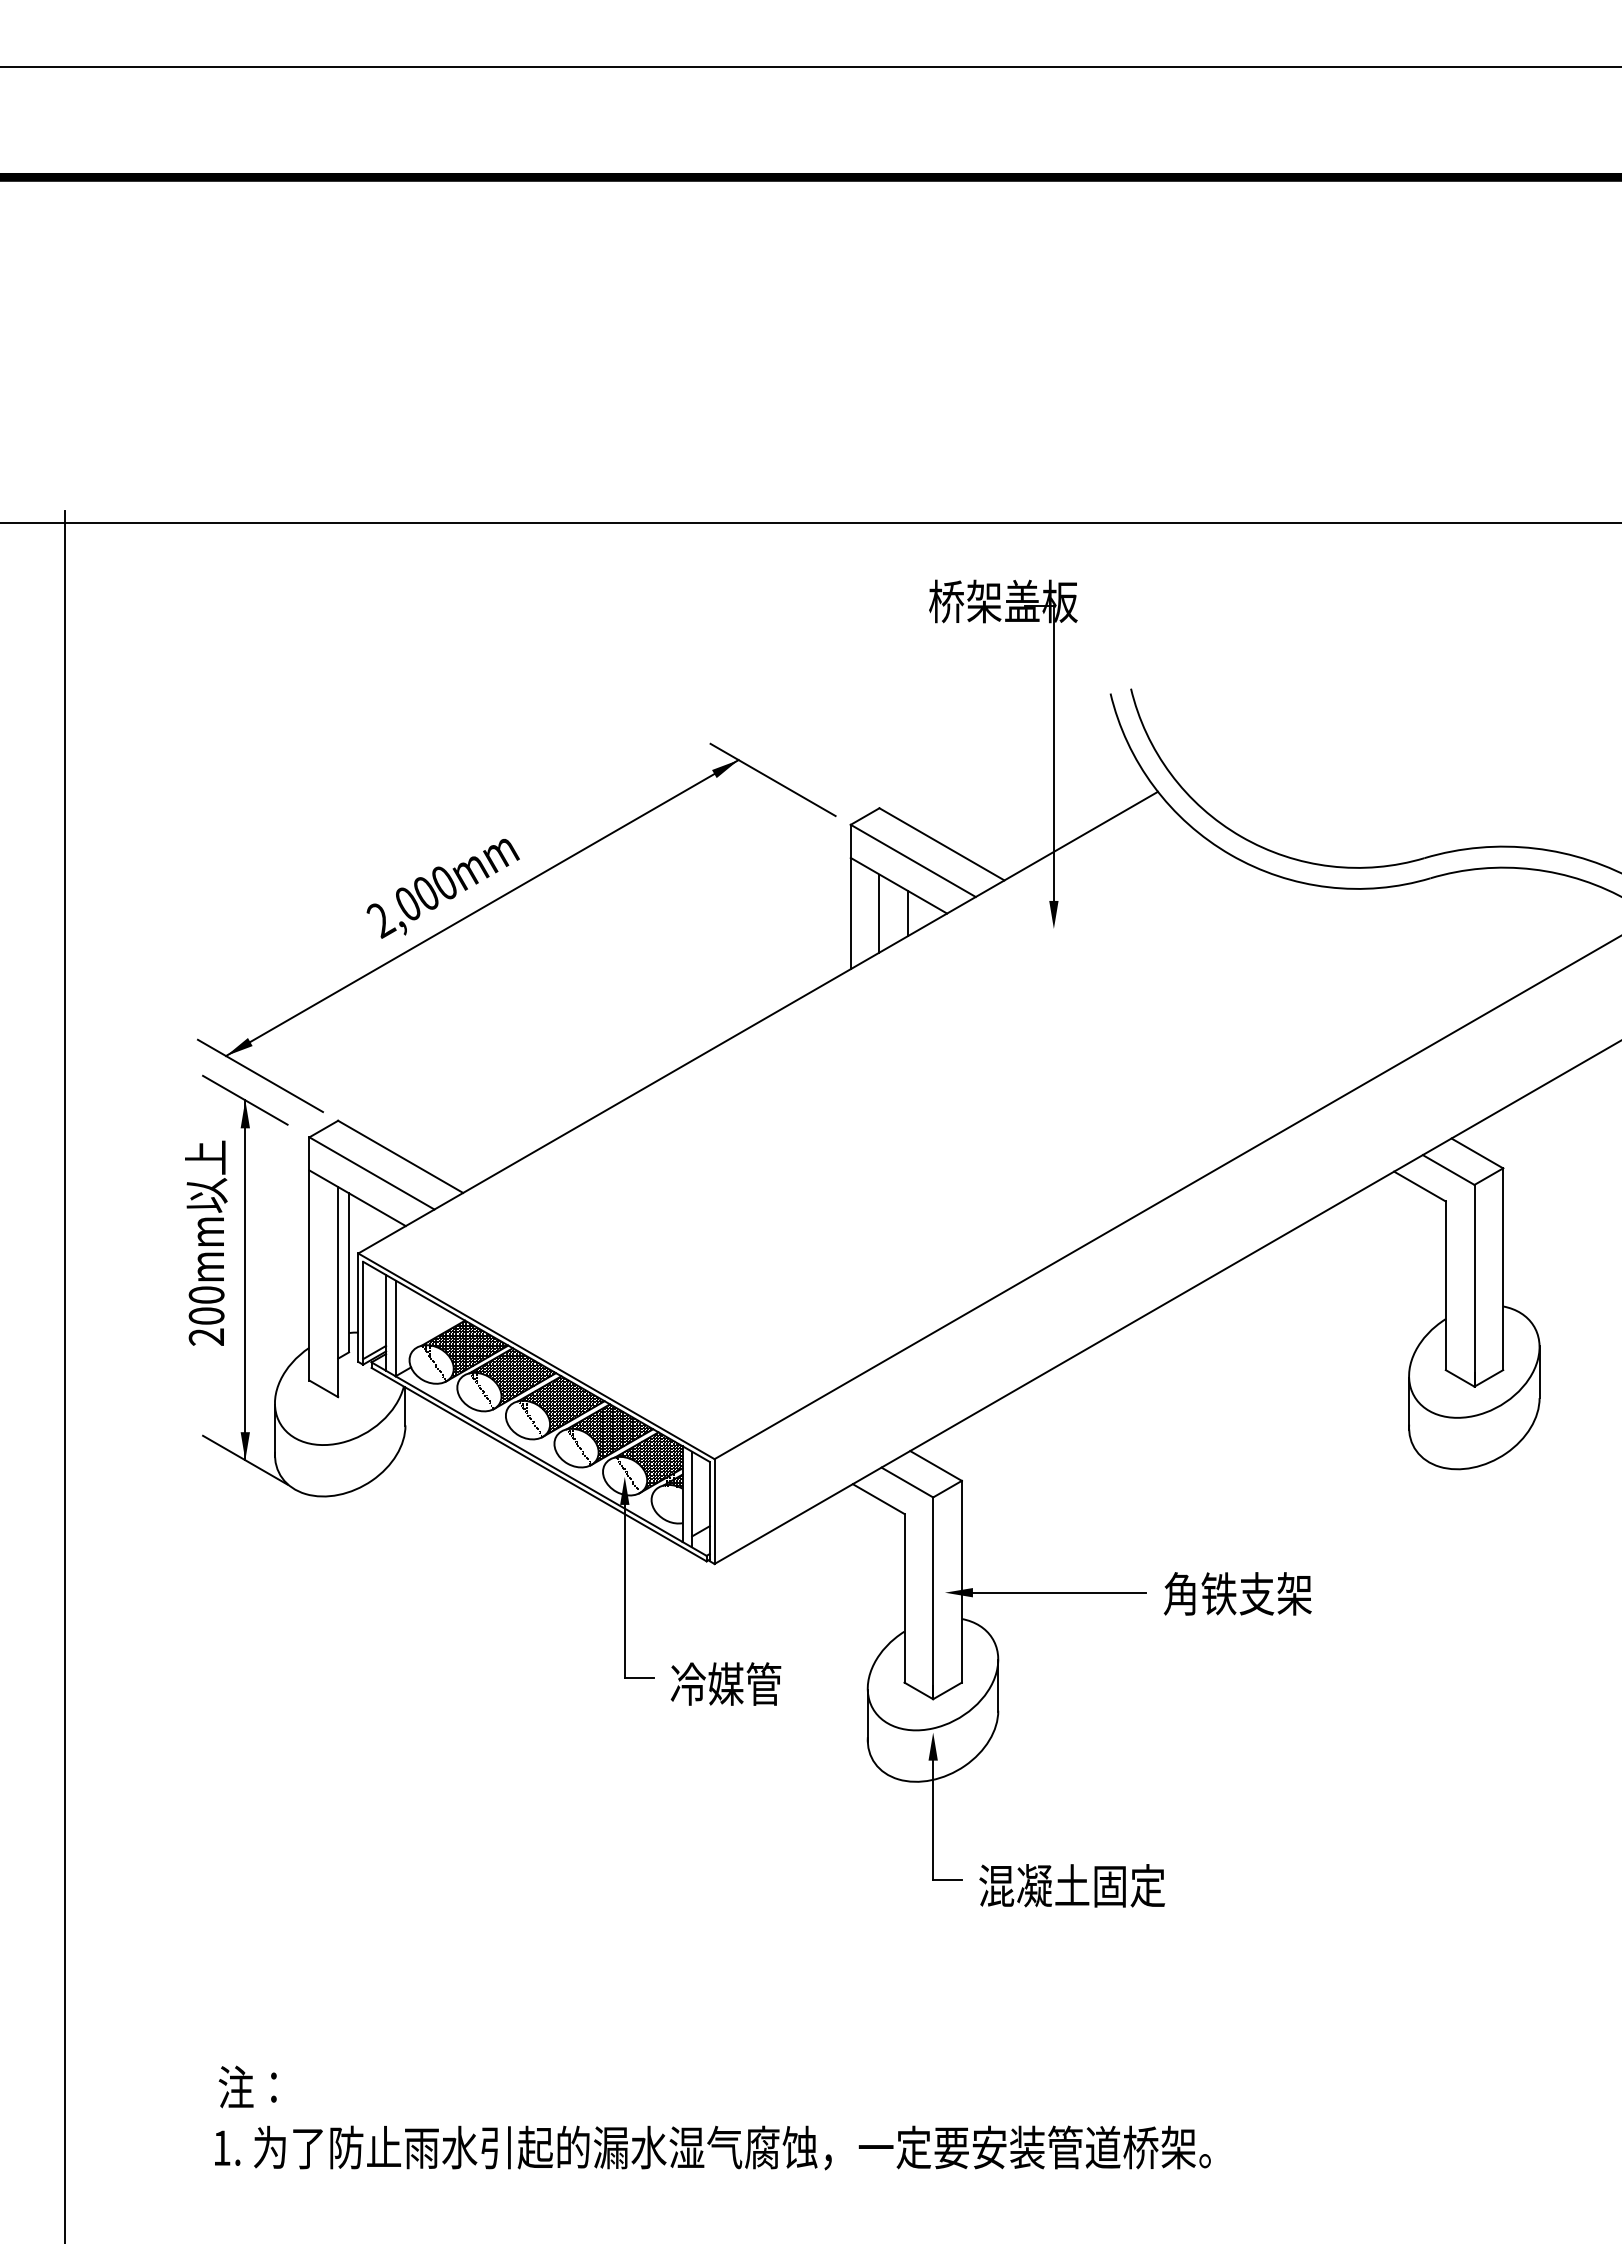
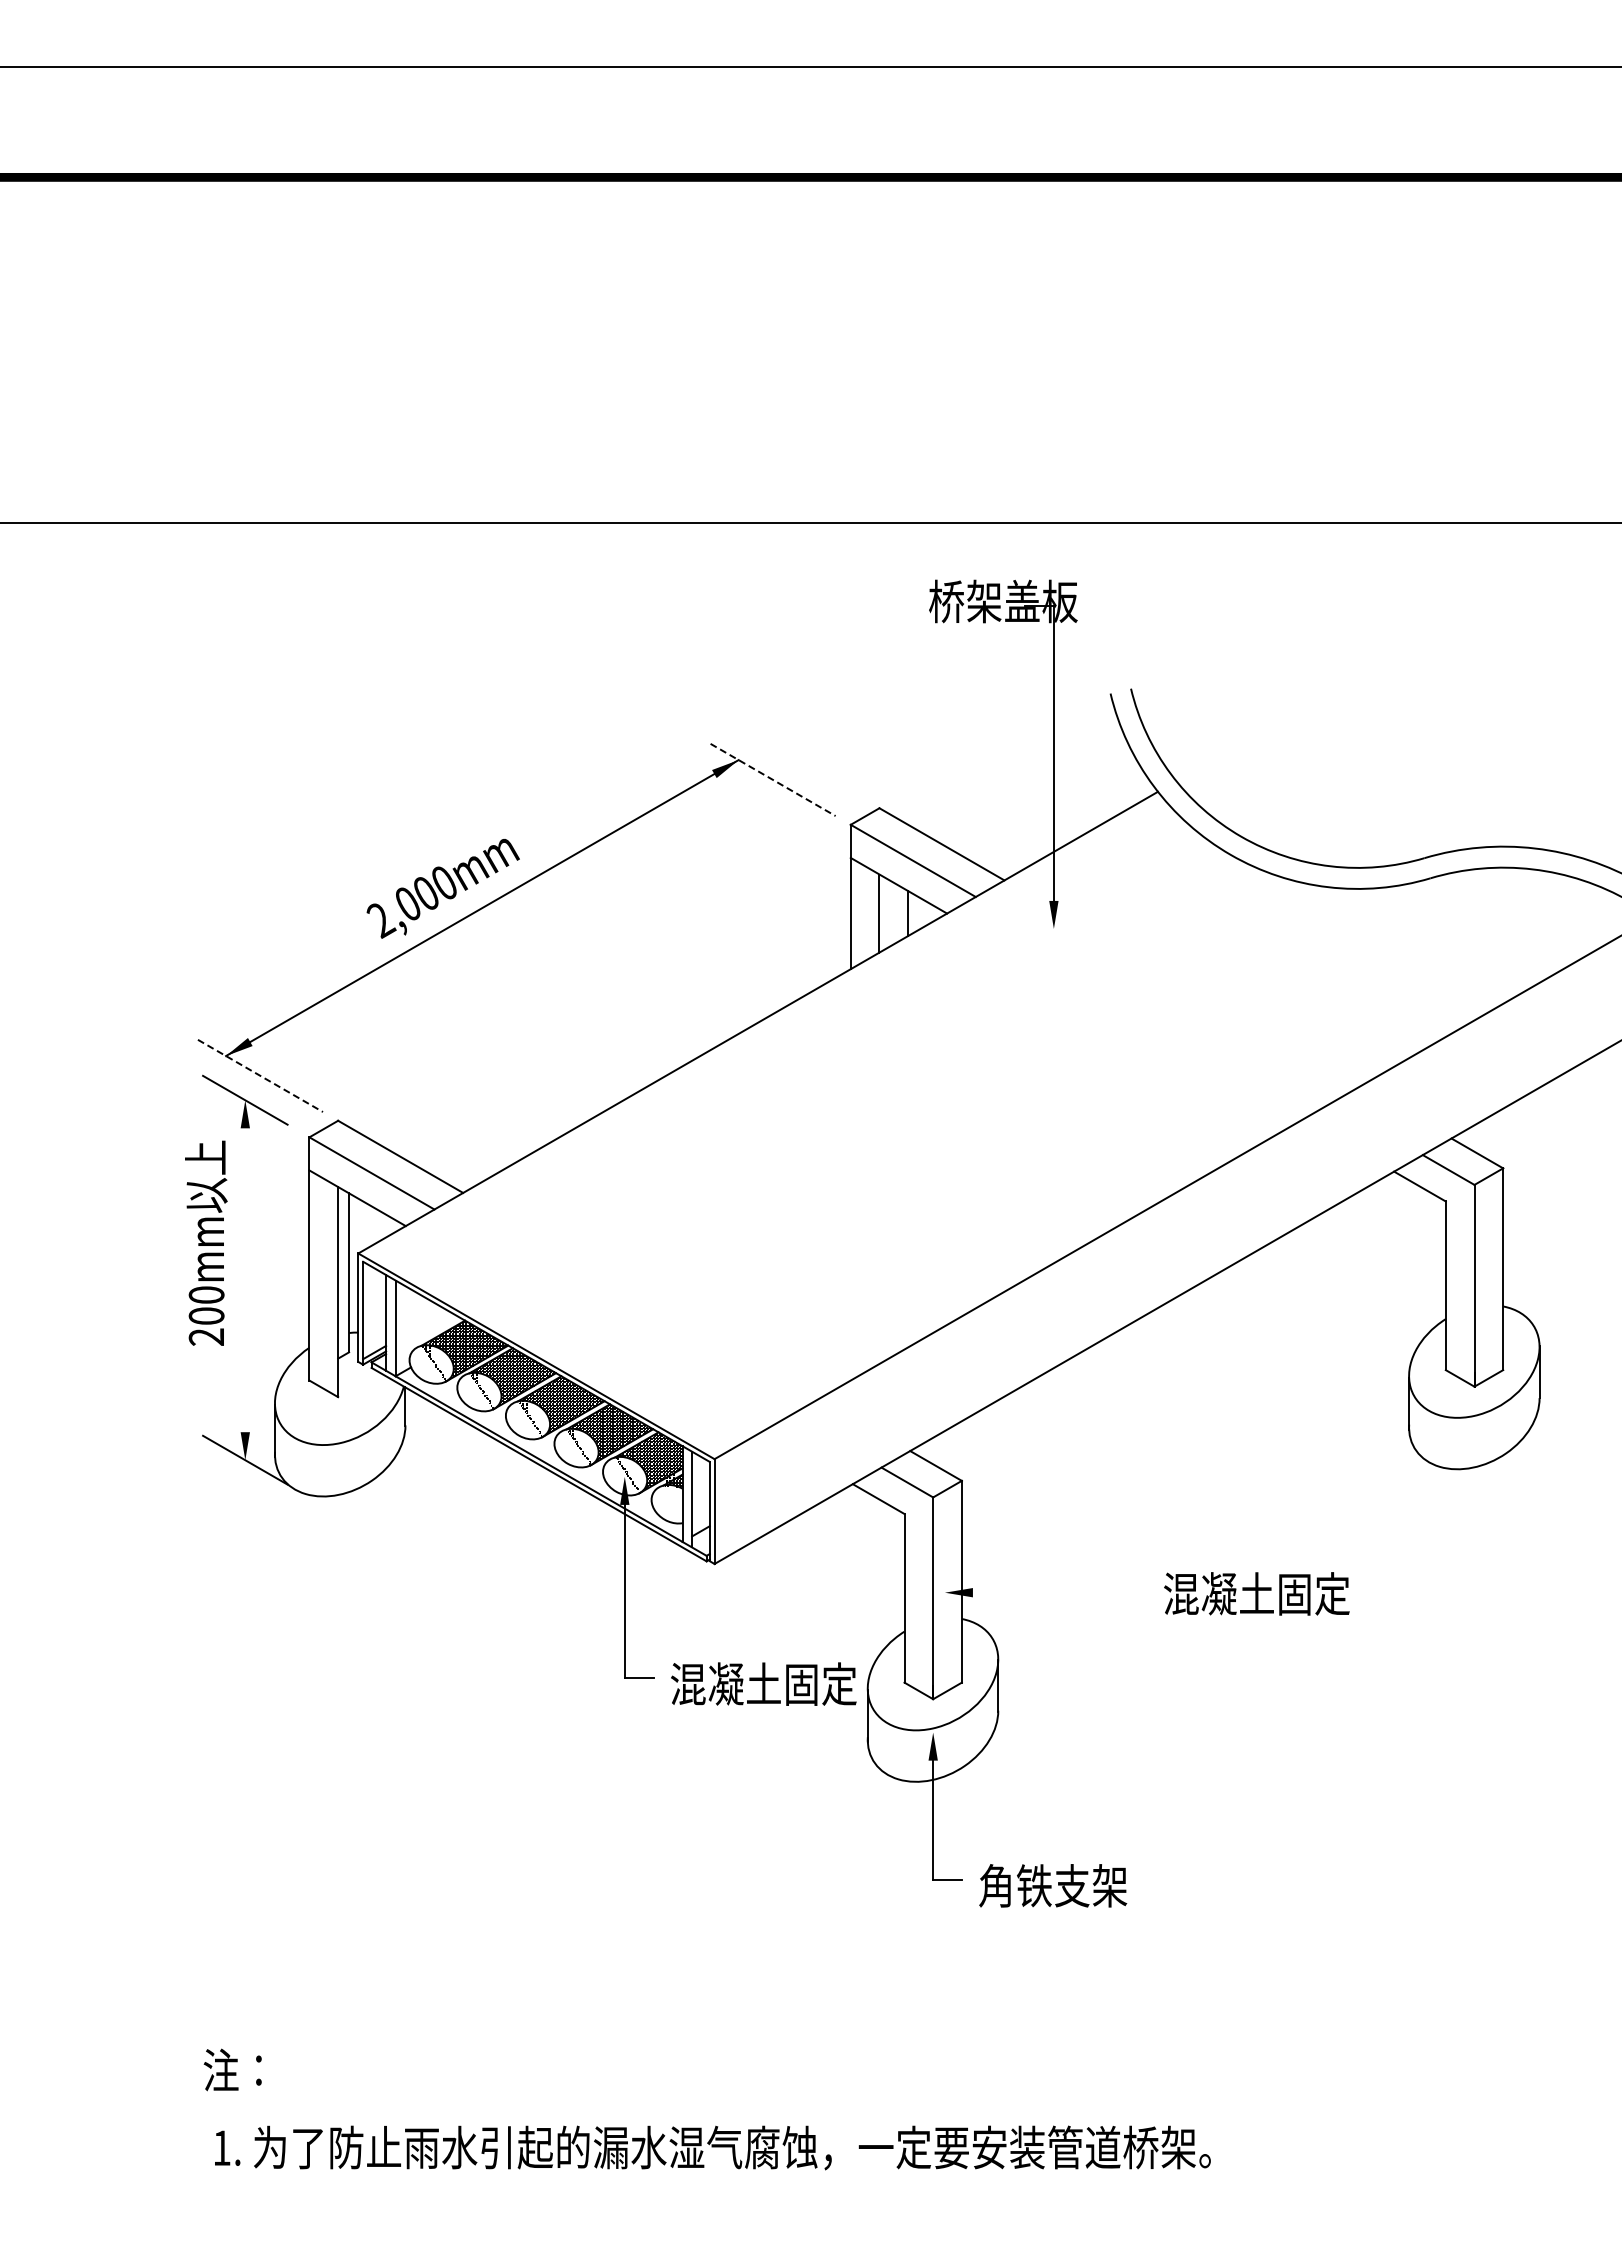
line at (773, 780): solid -> dashed
line at (260, 1076): solid -> dashed
line at (245, 1280): present -> none
line at (64, 1375): present -> none
line at (1059, 1592): present -> none
text at (1256, 1593): 角铁支架 -> 混凝土固定
text at (763, 1683): 冷媒管 -> 混凝土固定
text at (1072, 1885): 混凝土固定 -> 角铁支架
text at (247, 2086) position: (247, 2086) -> (232, 2069)
